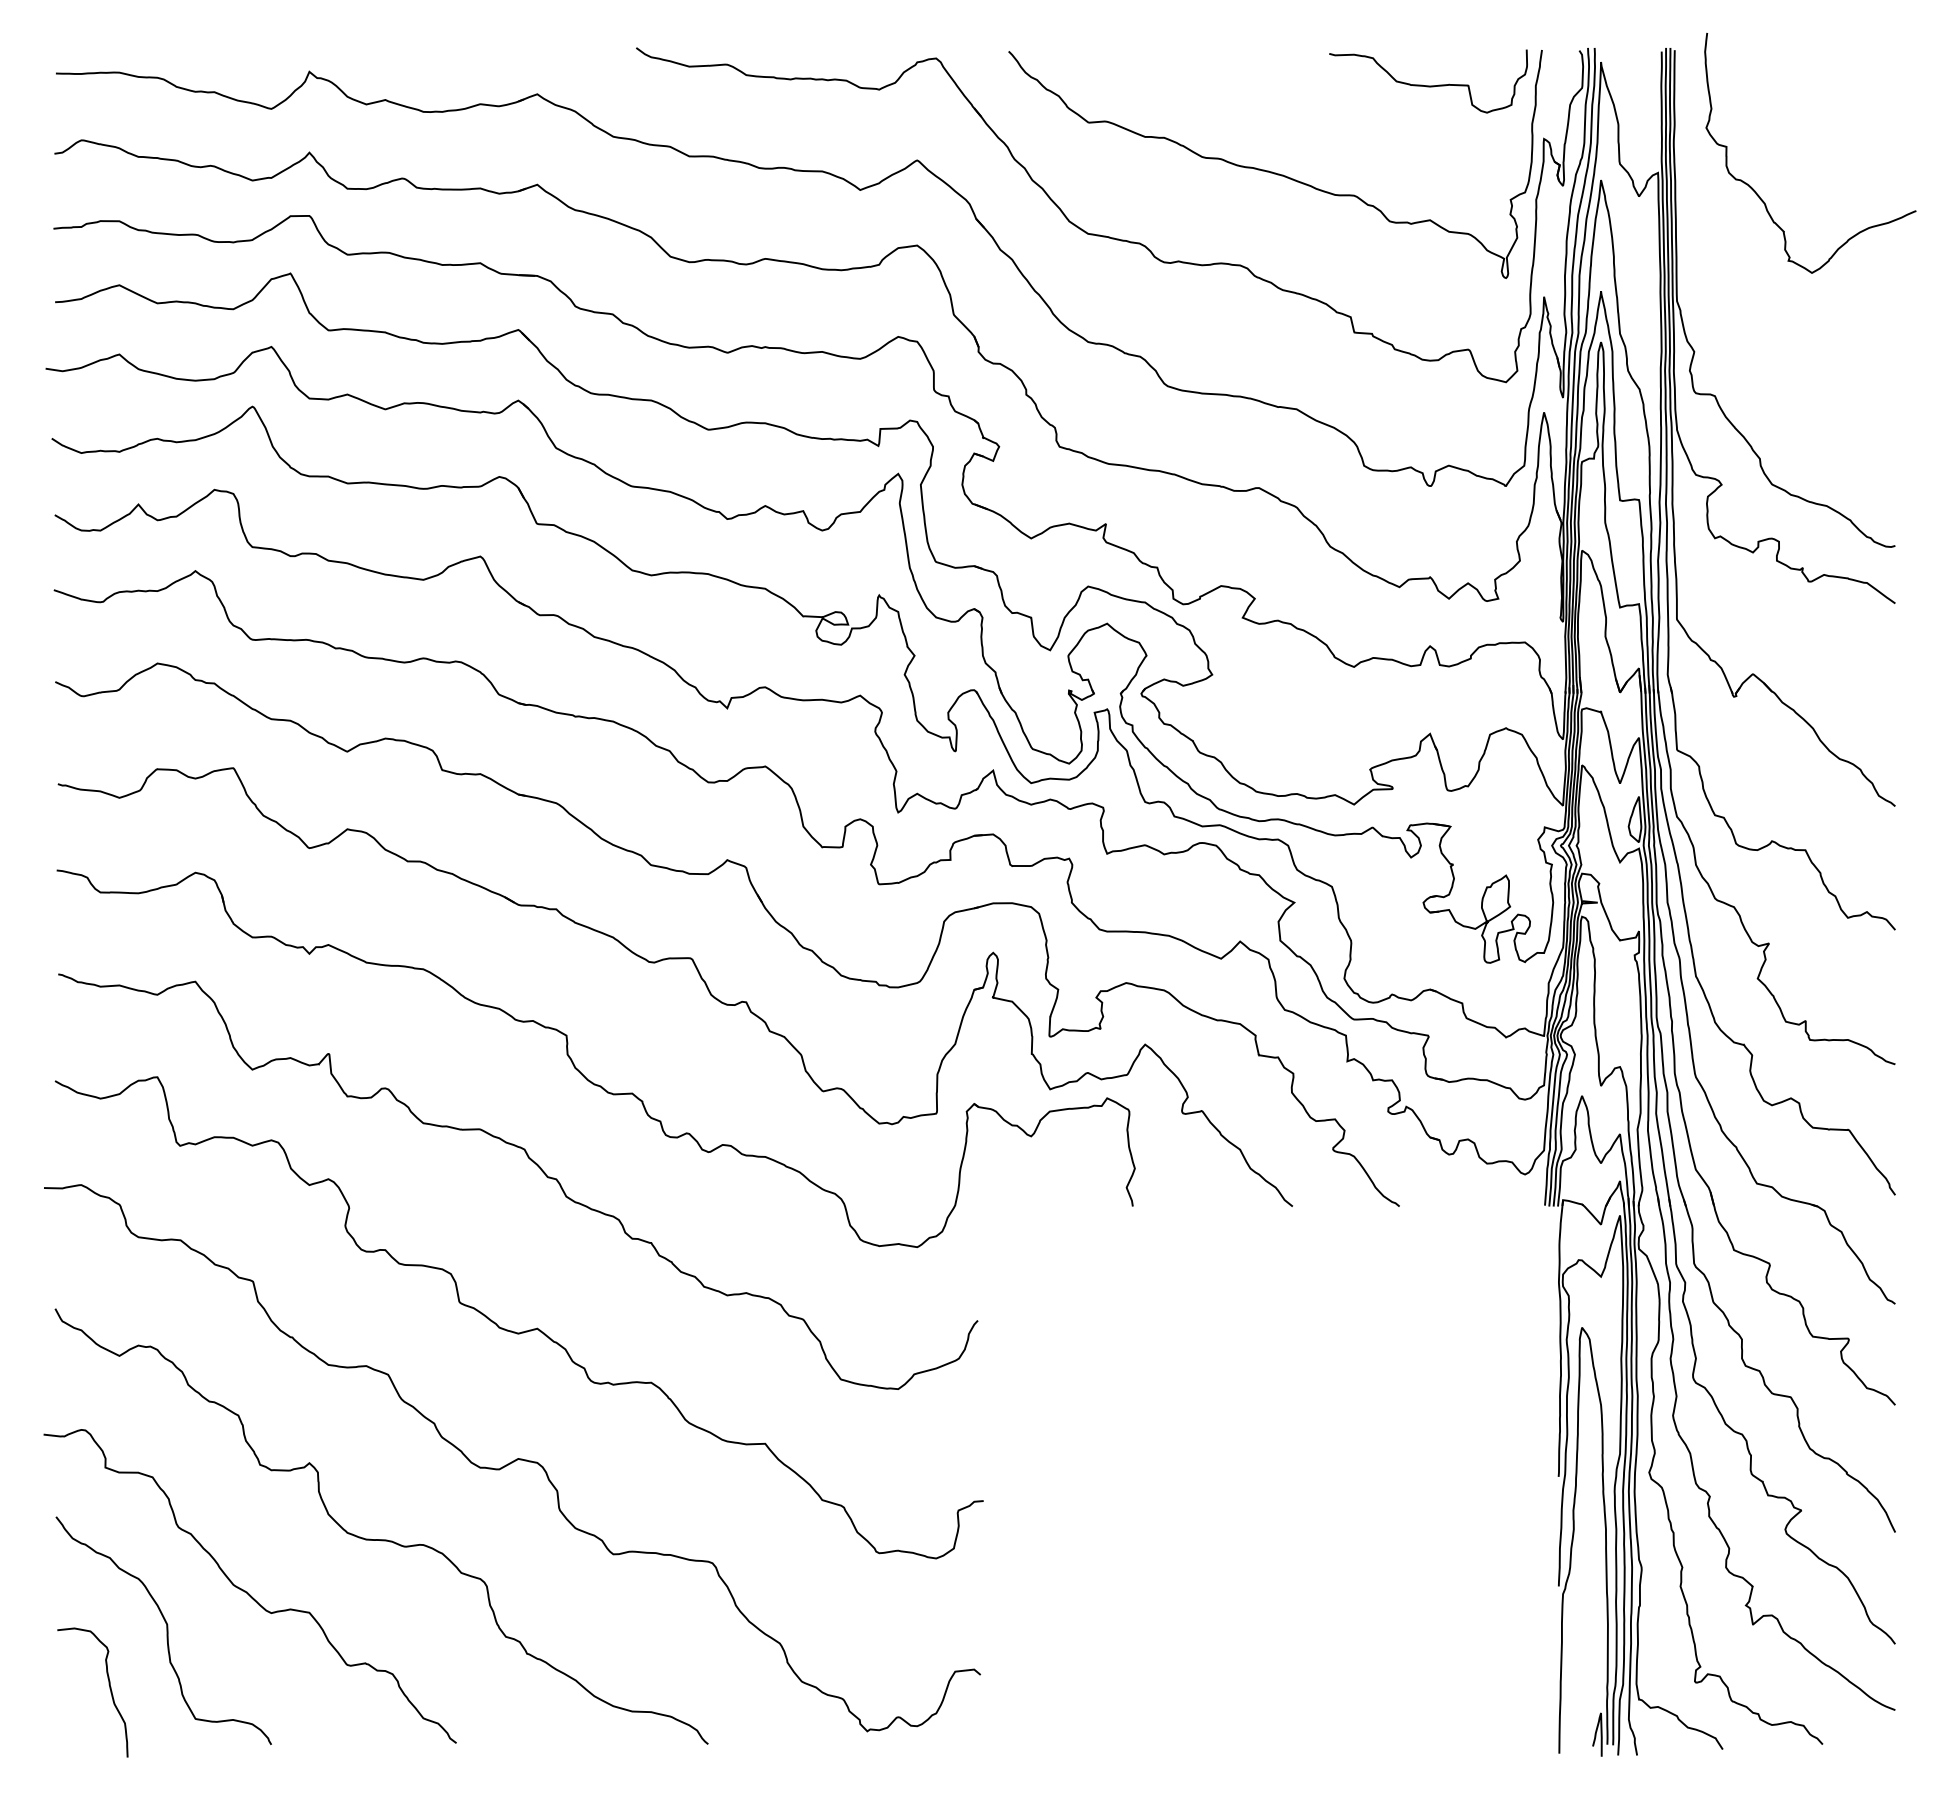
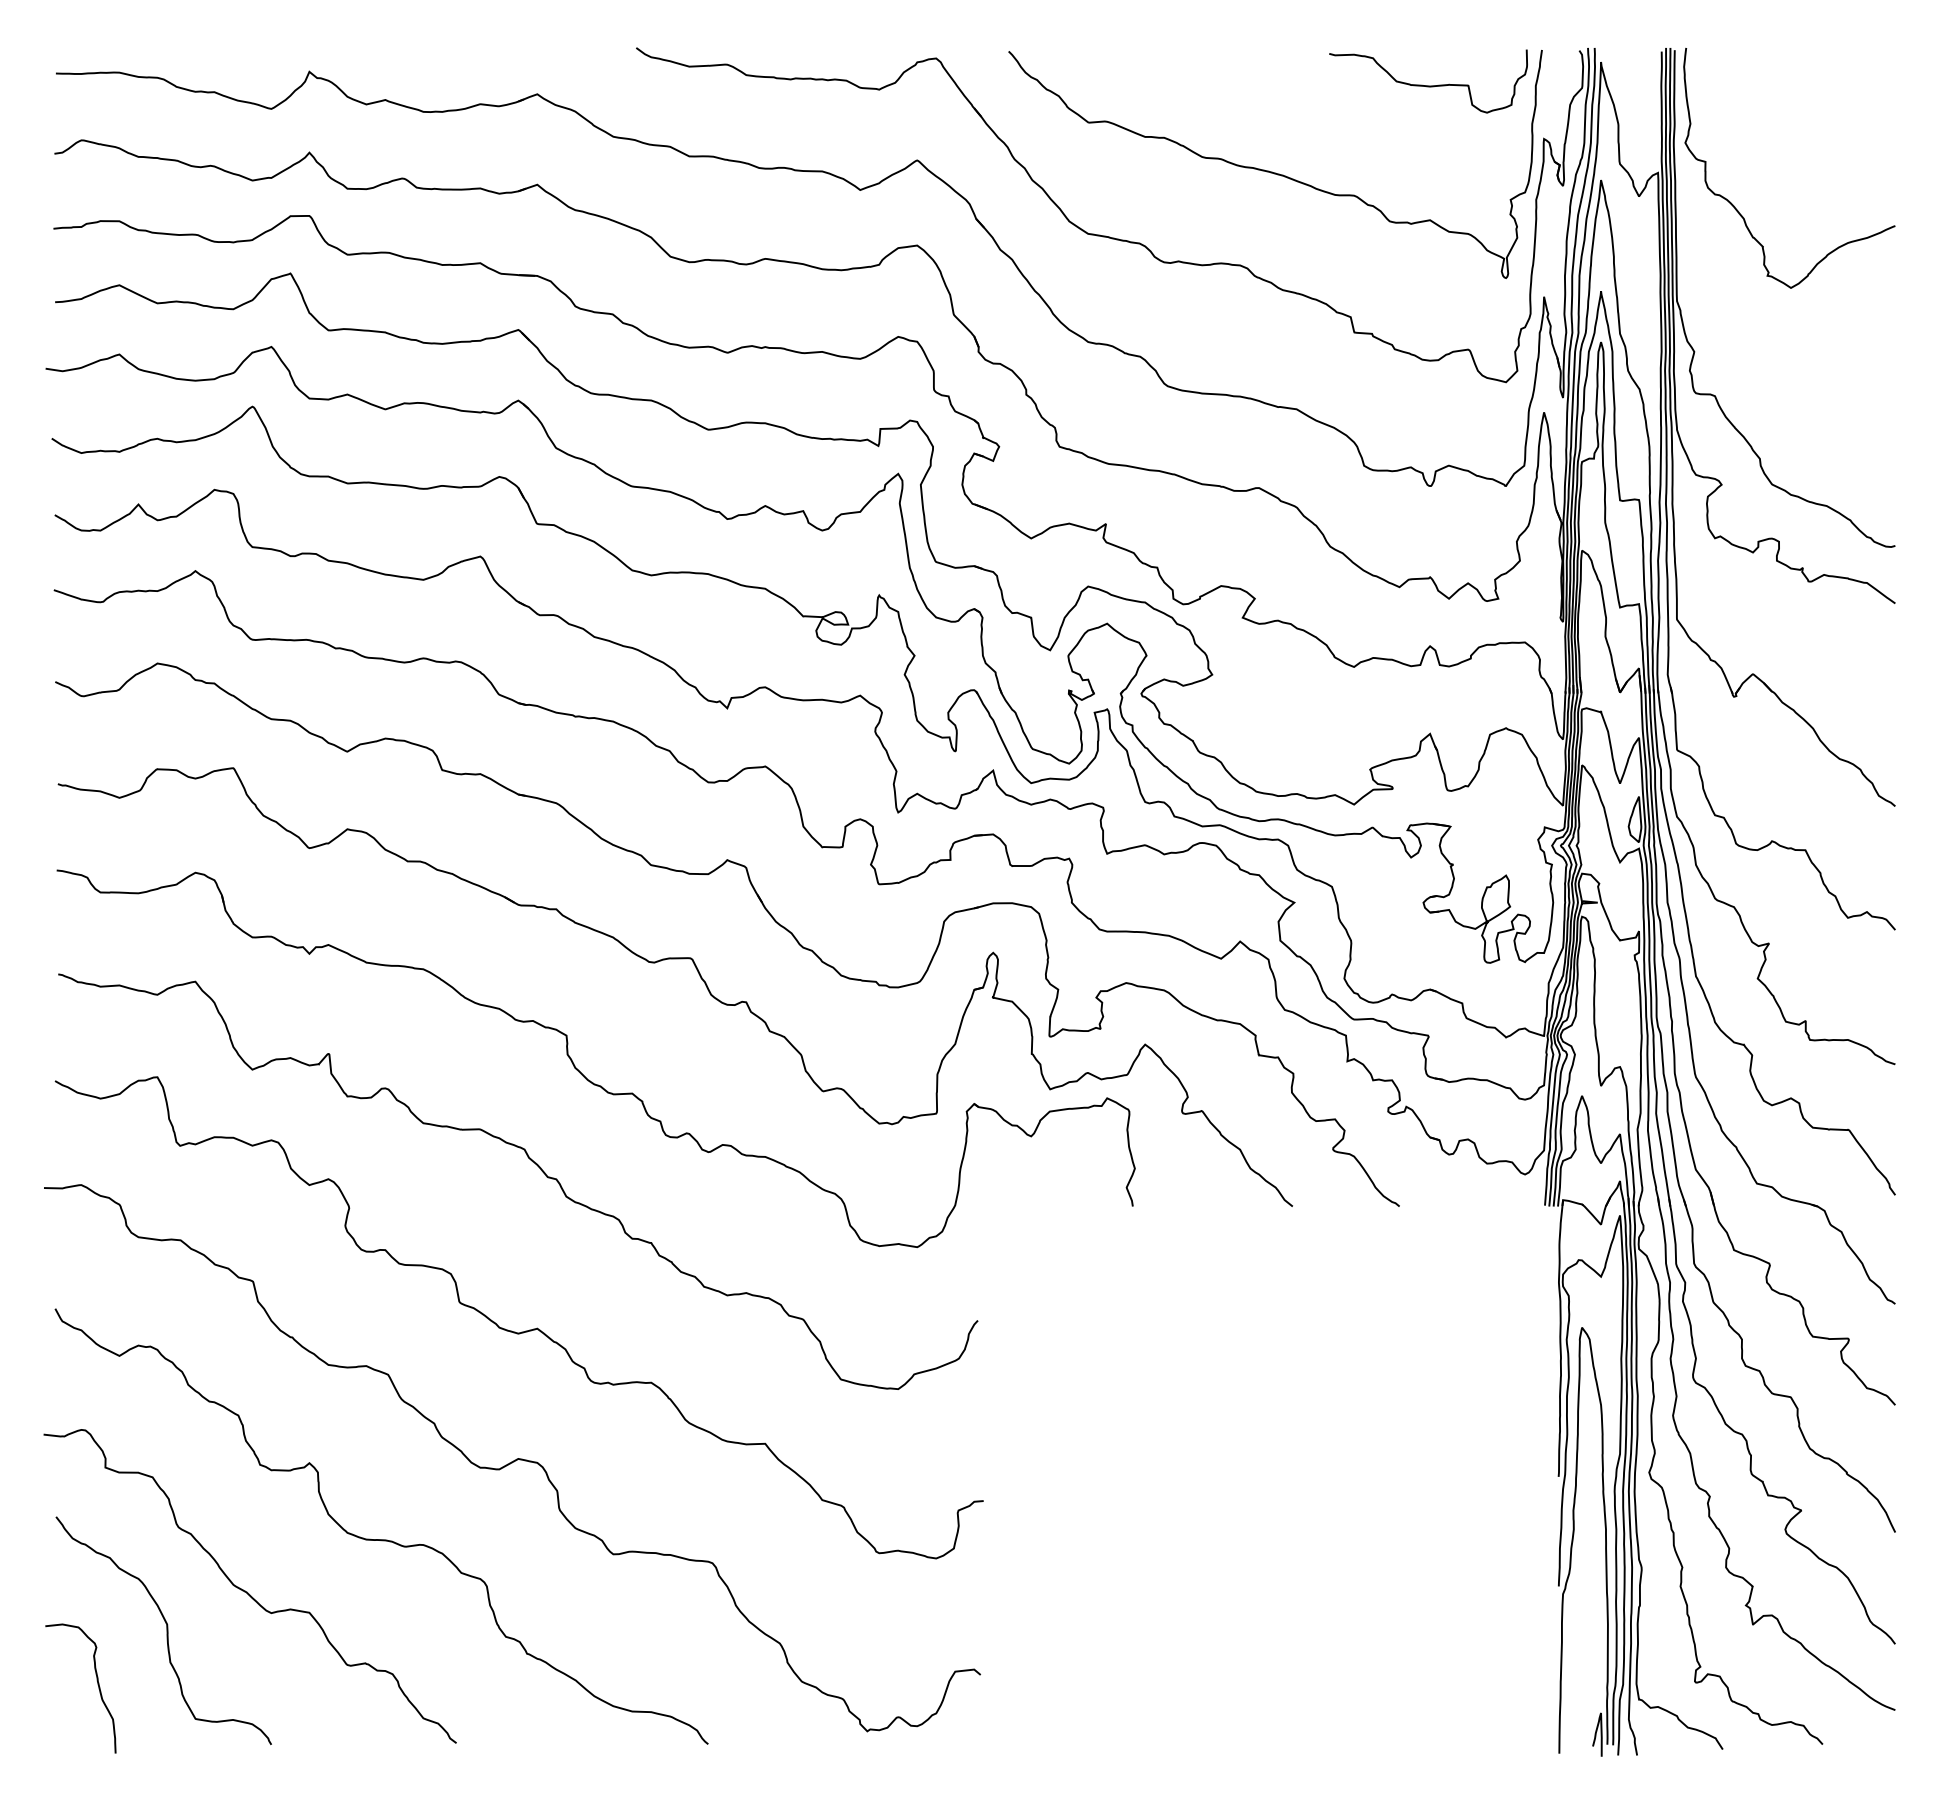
curve at (1760, 196) position: (1760, 196) -> (1739, 211)
curve at (109, 1688) position: (109, 1688) -> (97, 1684)
